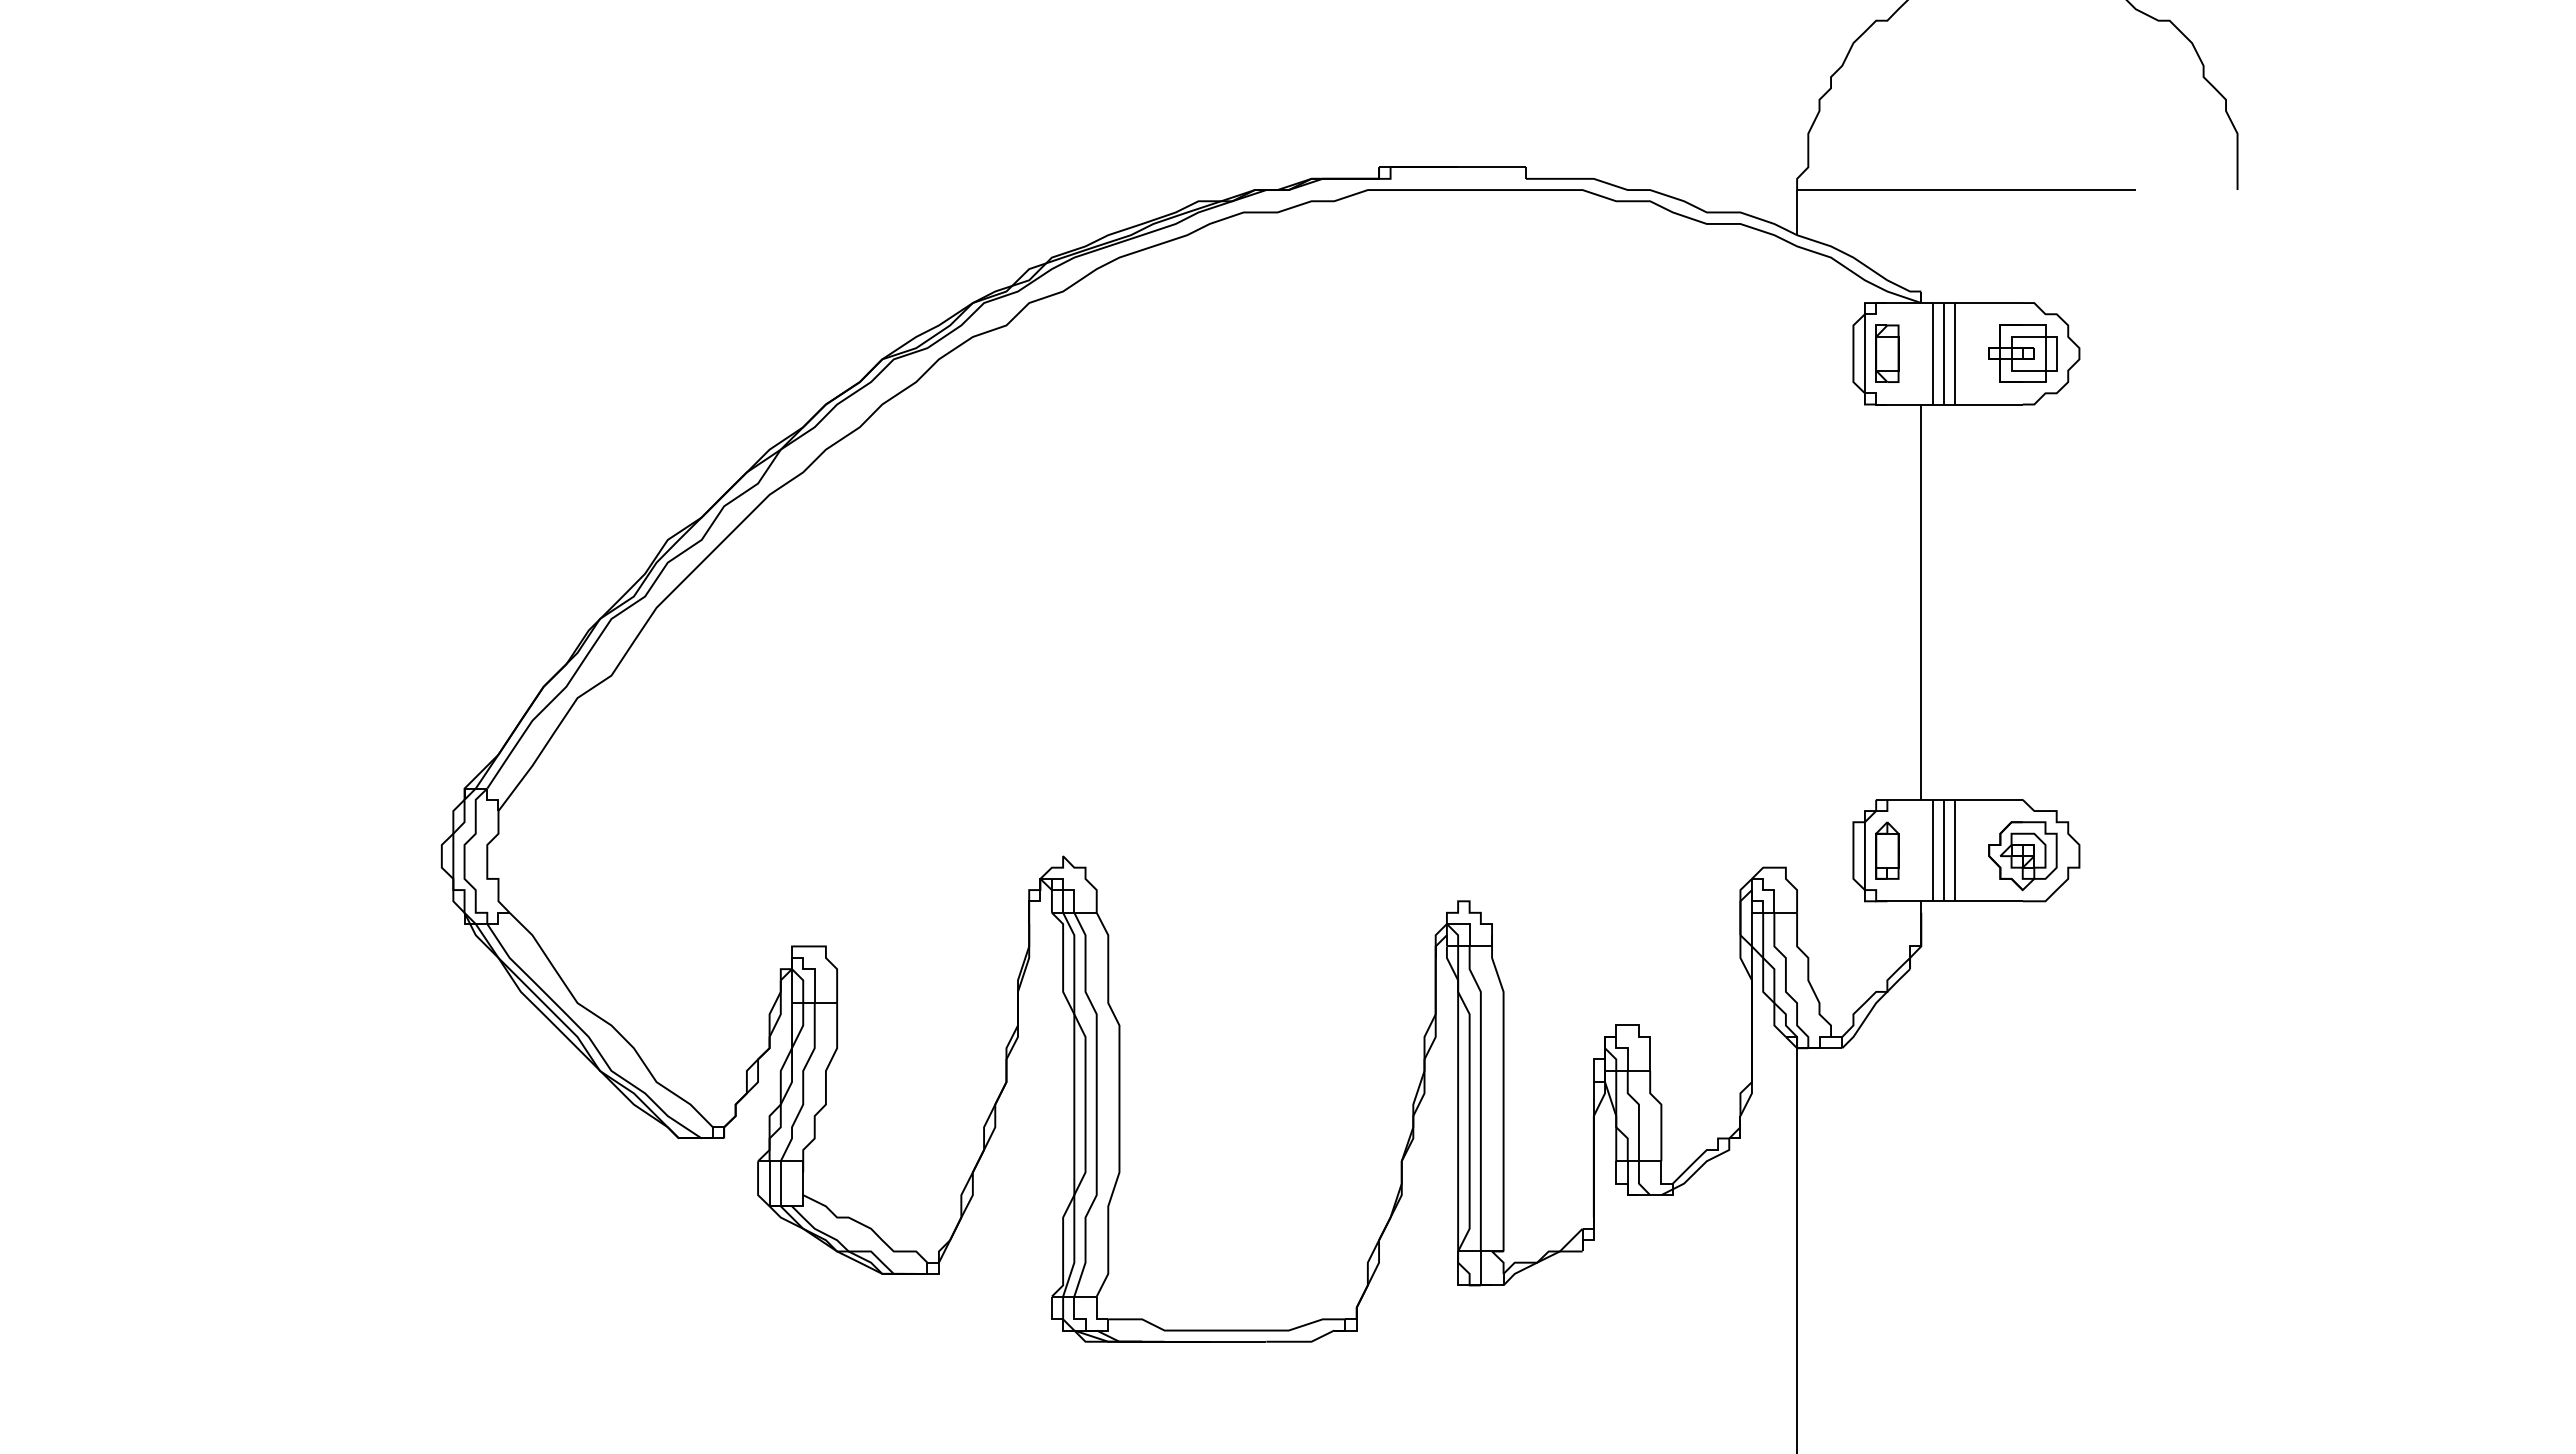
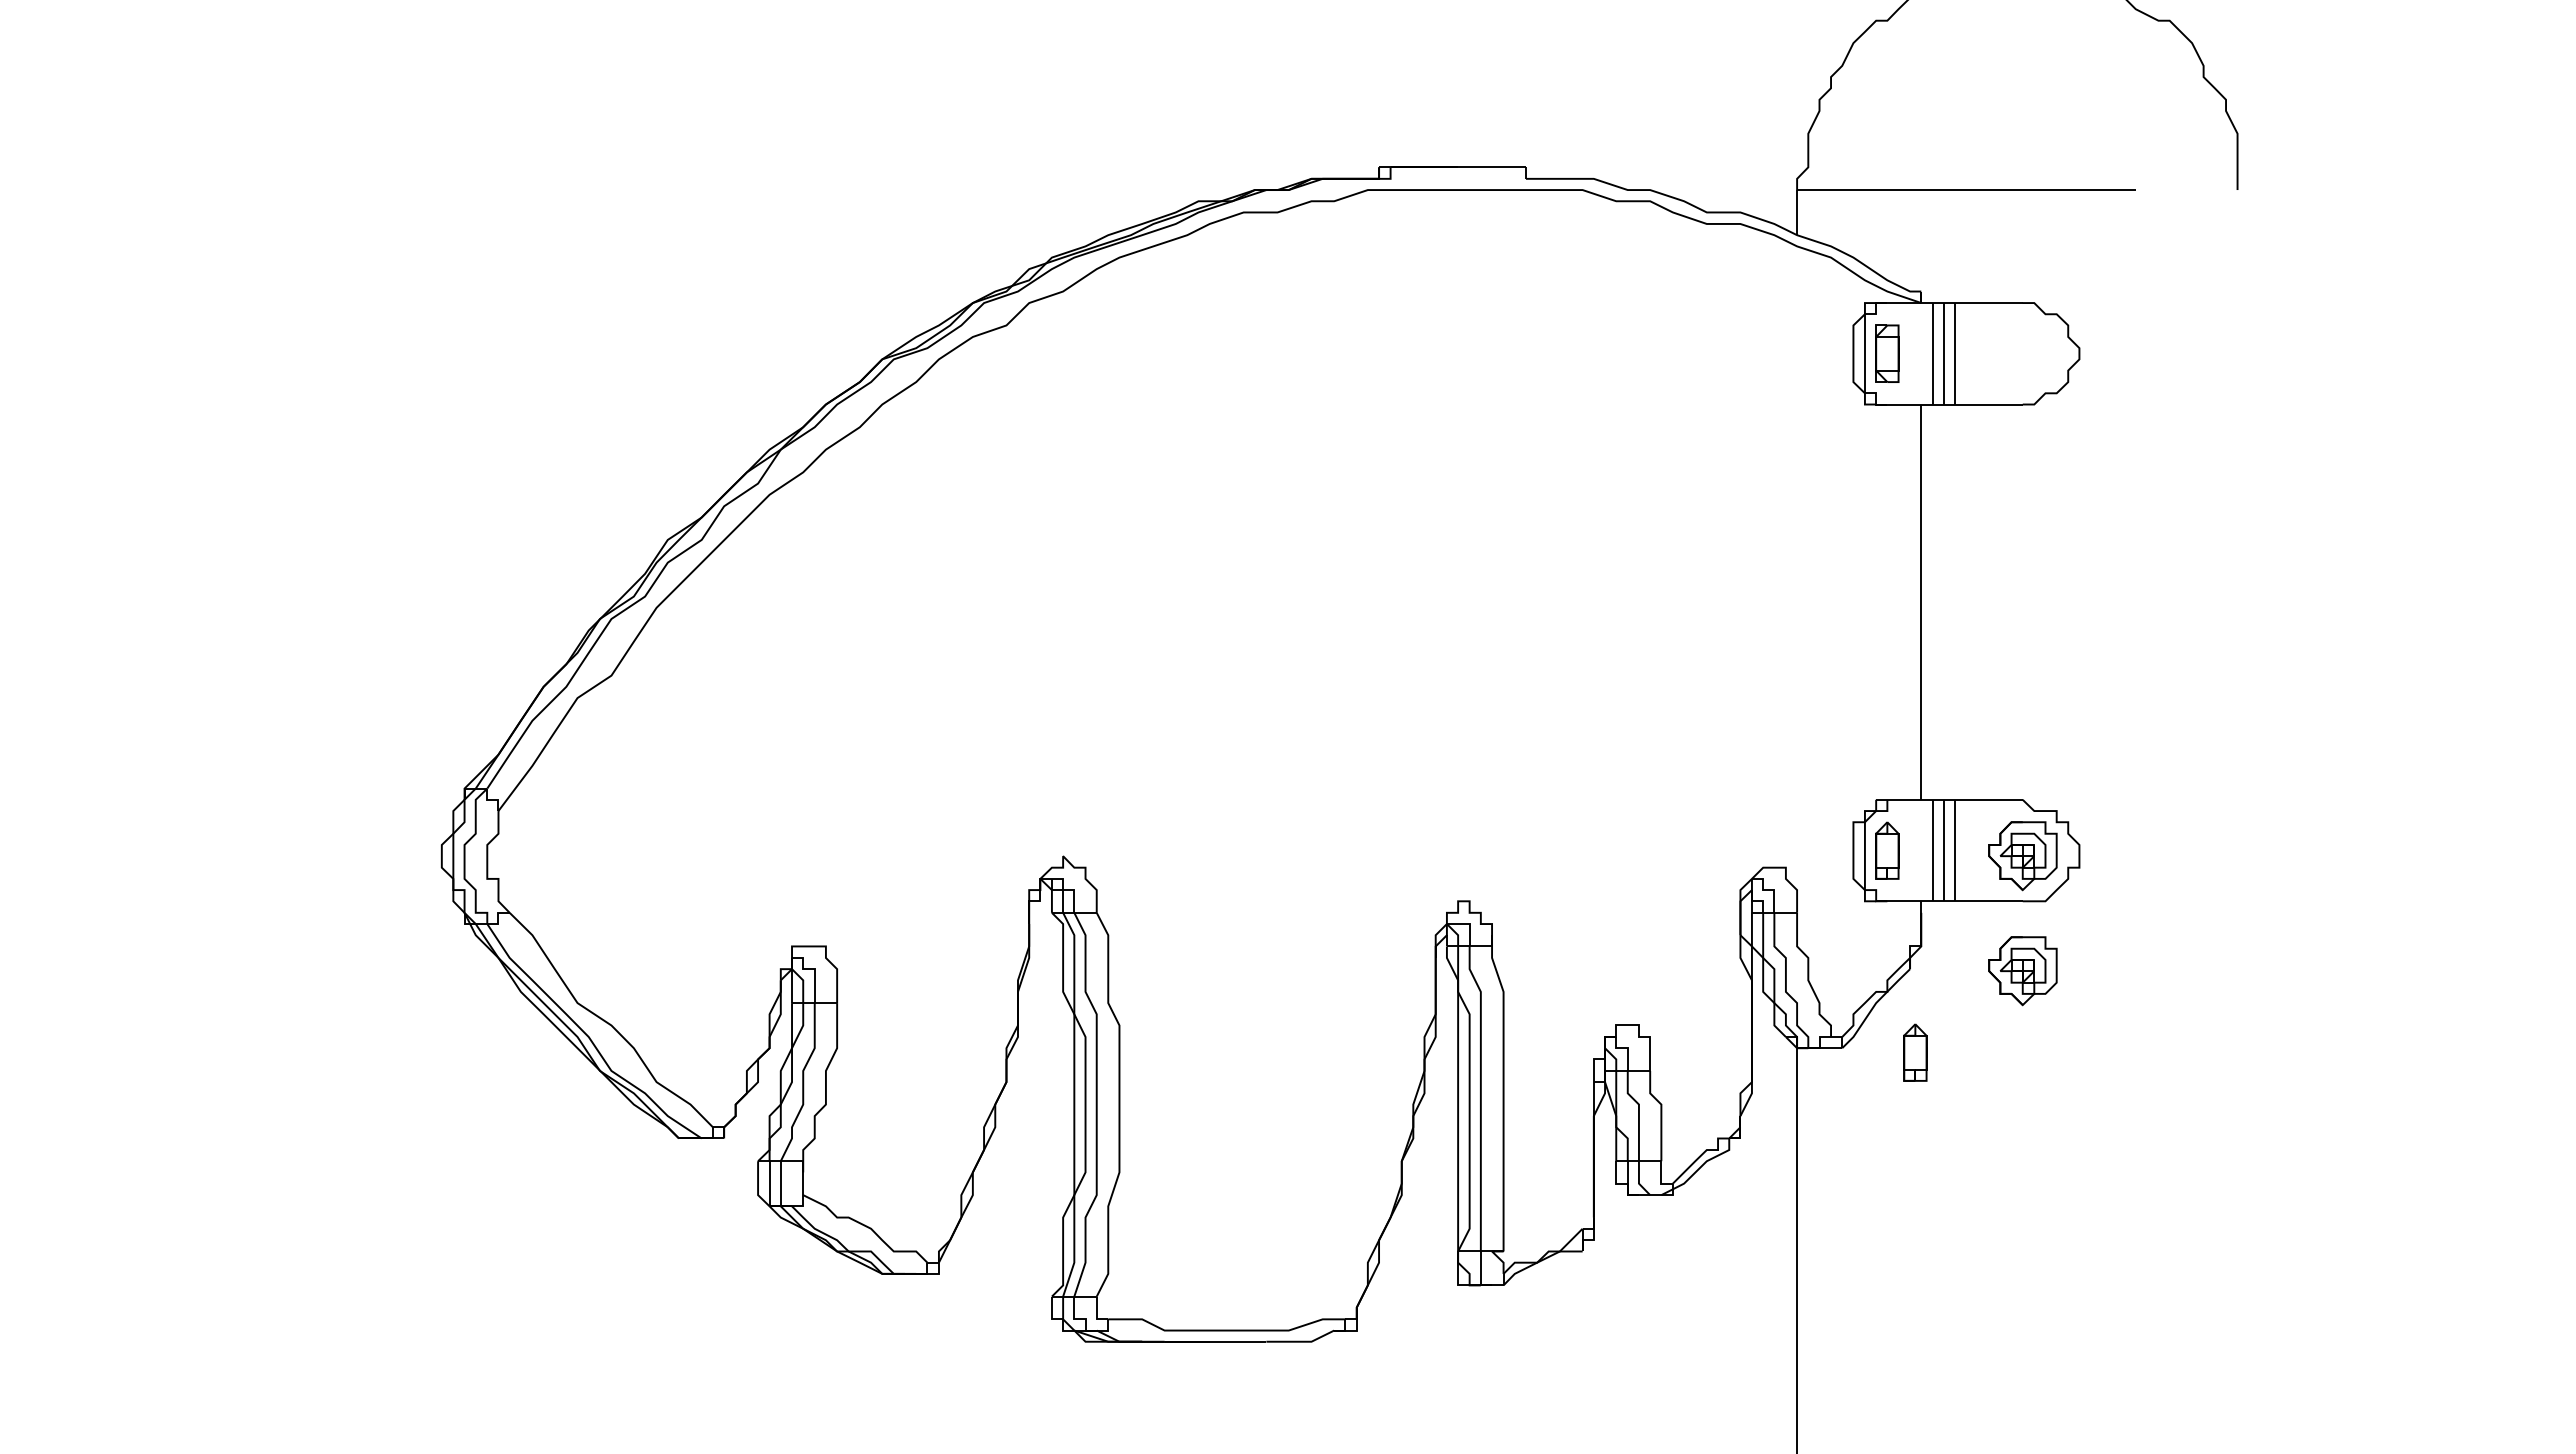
part at (2022, 353): present -> none
part at (2022, 971): none -> present
part at (1915, 1052): none -> present
